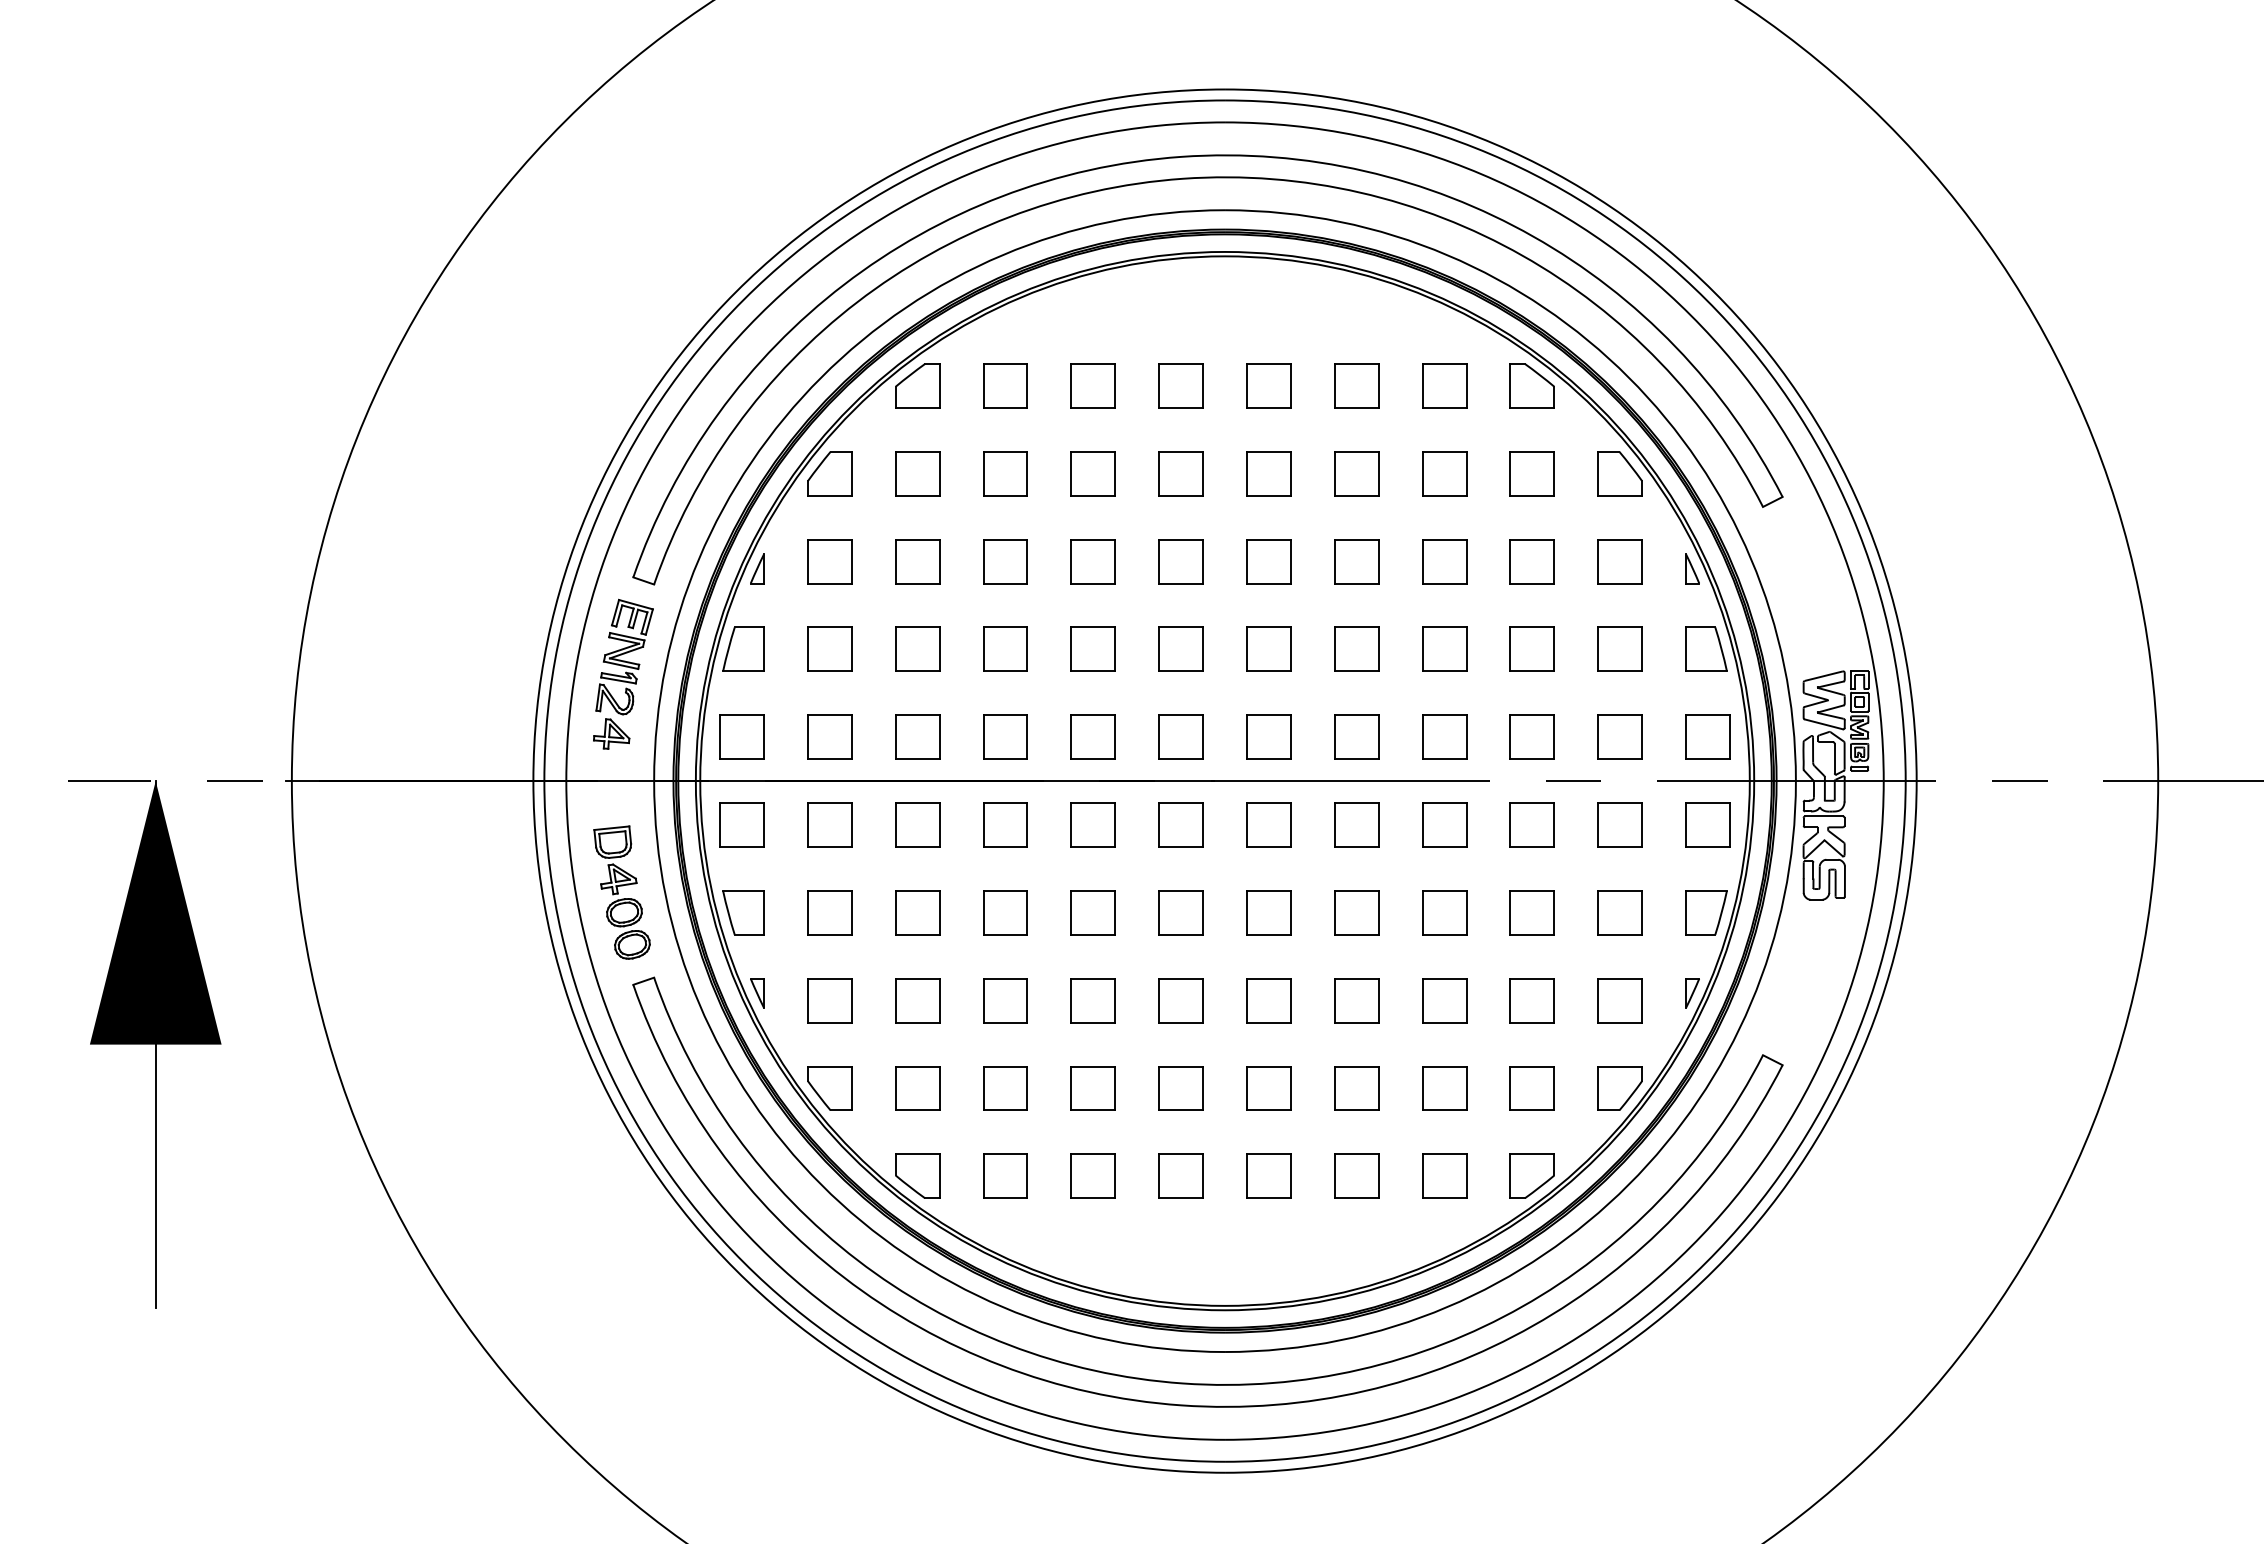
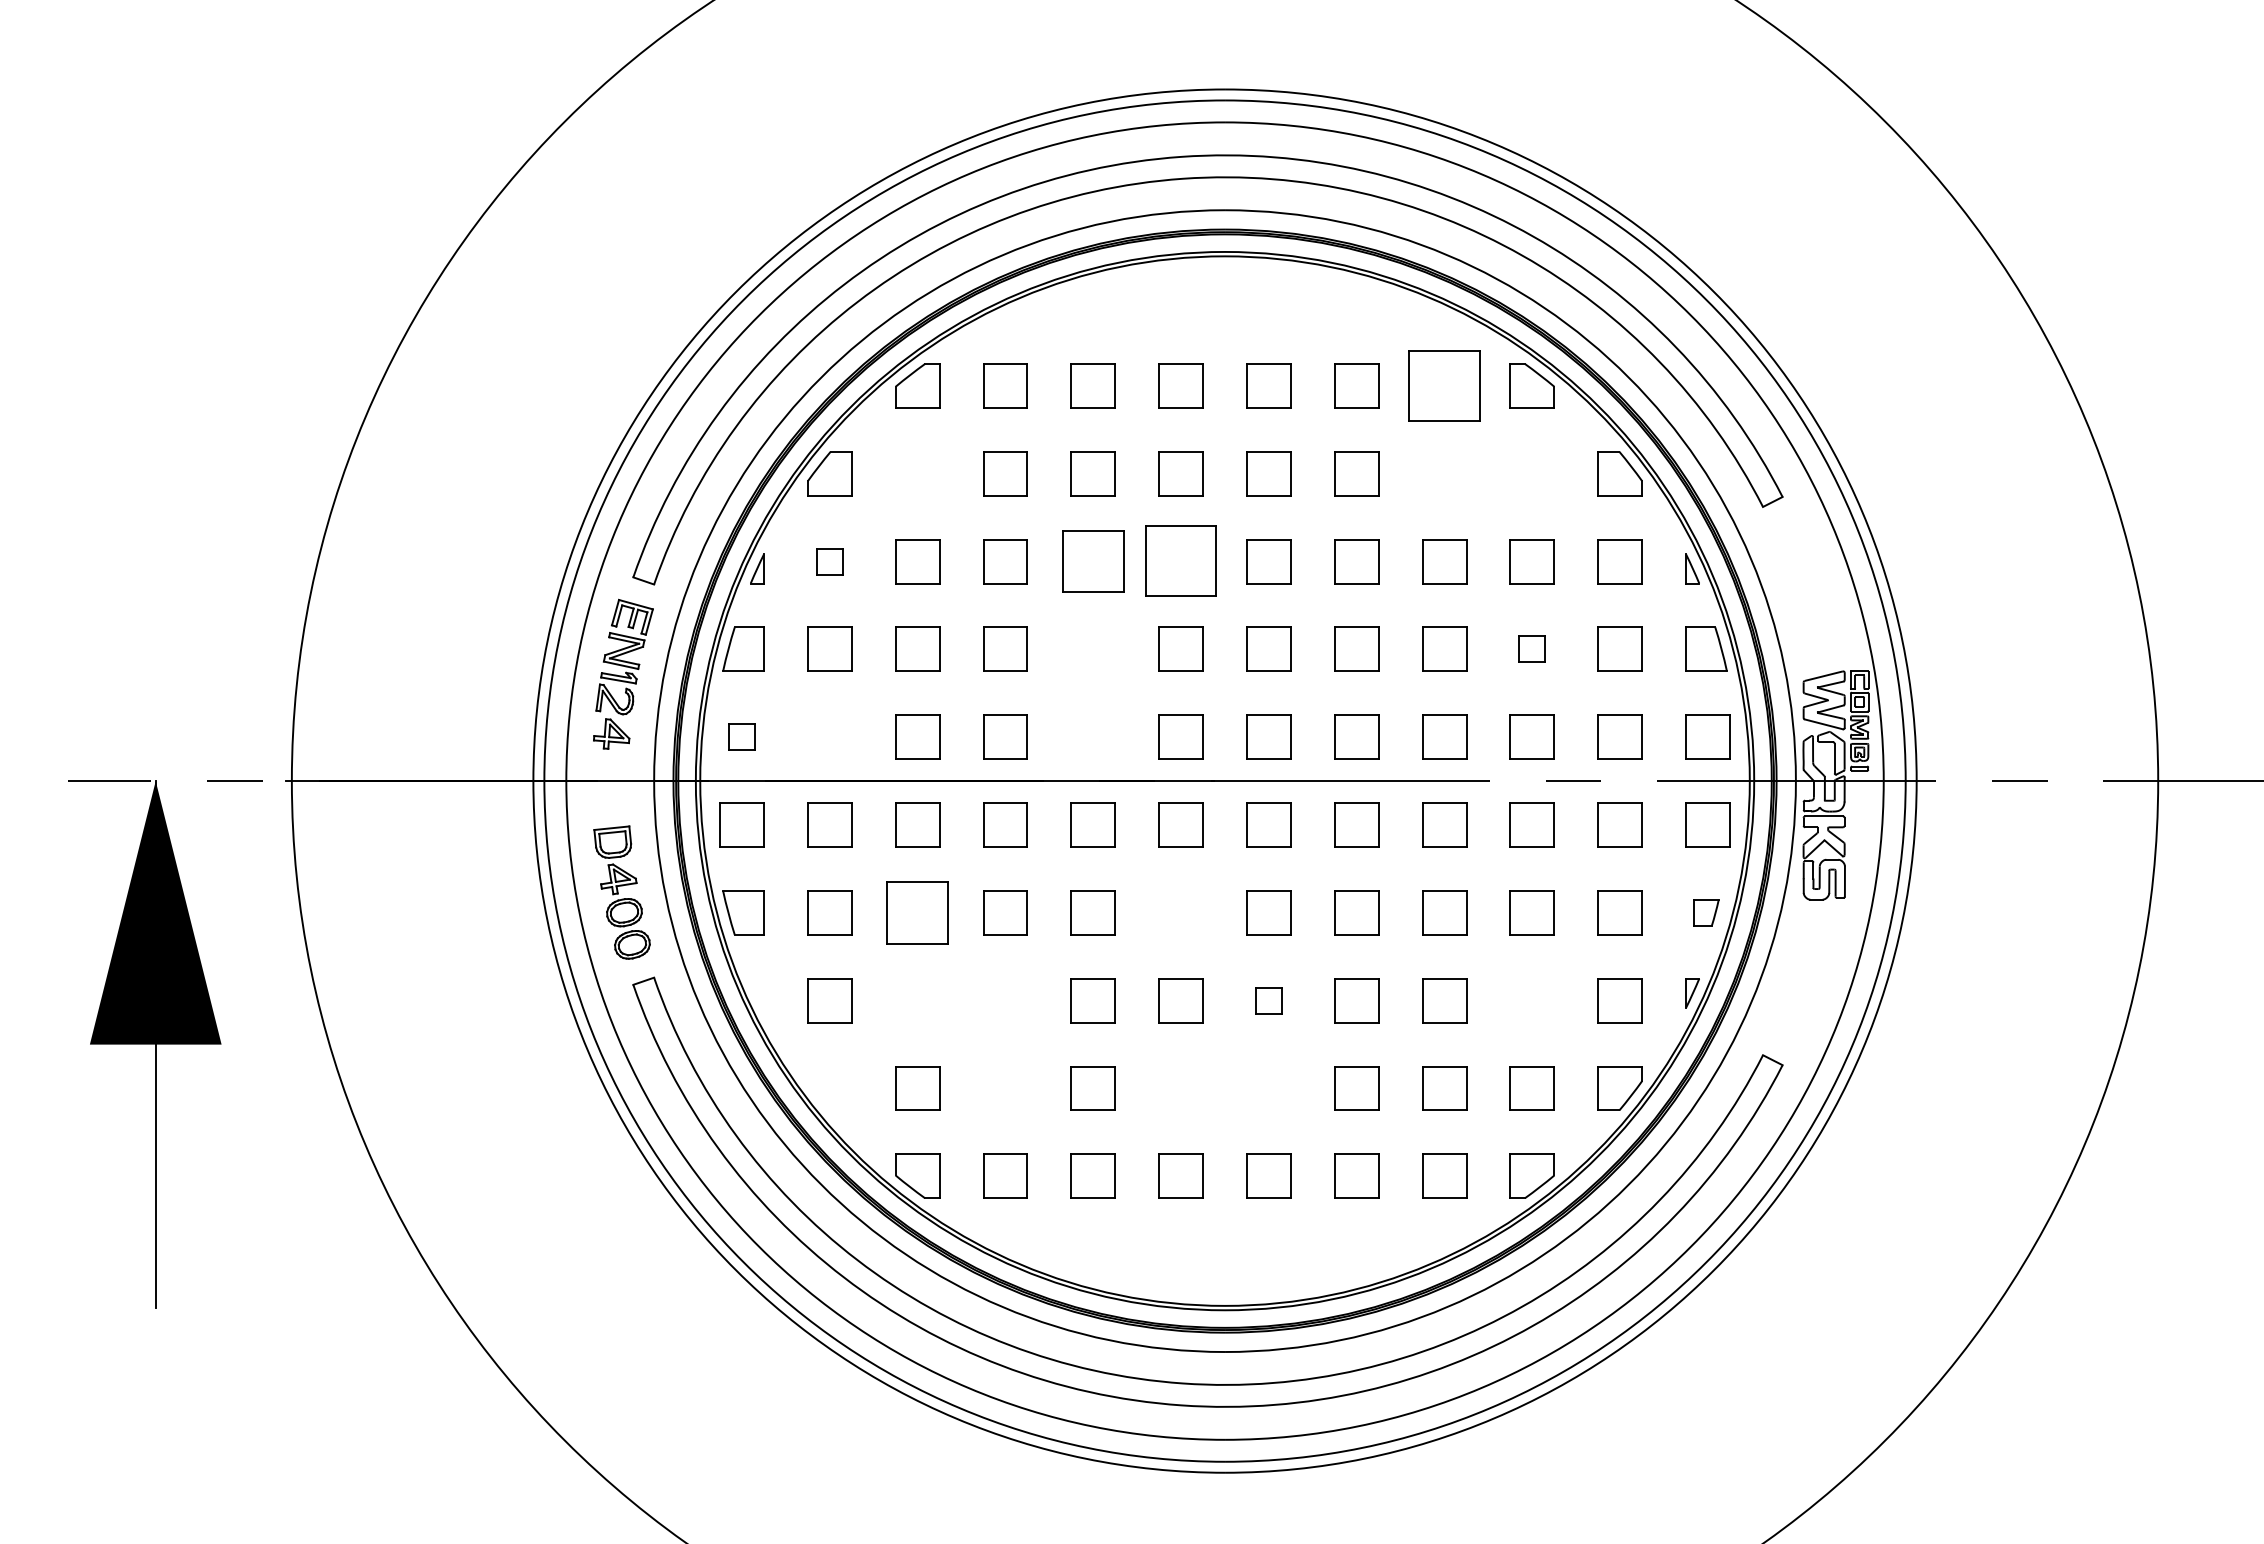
part at (1444, 385) size: 46x46 px -> 73x72 px
part at (917, 473): present -> none
part at (1444, 473): present -> none
part at (1531, 473): present -> none
part at (829, 561) size: 46x46 px -> 28x28 px
part at (1092, 561) size: 46x46 px -> 63x63 px
part at (1180, 561) size: 46x46 px -> 72x72 px
part at (1092, 648): present -> none
part at (1531, 648) size: 46x46 px -> 28x28 px
part at (741, 736) size: 46x46 px -> 28x28 px
part at (829, 736): present -> none
part at (1092, 736): present -> none
part at (917, 912) size: 46x46 px -> 63x64 px
part at (1180, 912): present -> none
part at (1706, 912) size: 43x46 px -> 27x28 px
part at (757, 993): present -> none
part at (917, 1000): present -> none
part at (1005, 1000): present -> none
part at (1268, 1000) size: 46x46 px -> 28x28 px
part at (1531, 1000): present -> none
part at (829, 1088): present -> none
part at (1005, 1088): present -> none
part at (1180, 1088): present -> none
part at (1268, 1088): present -> none
